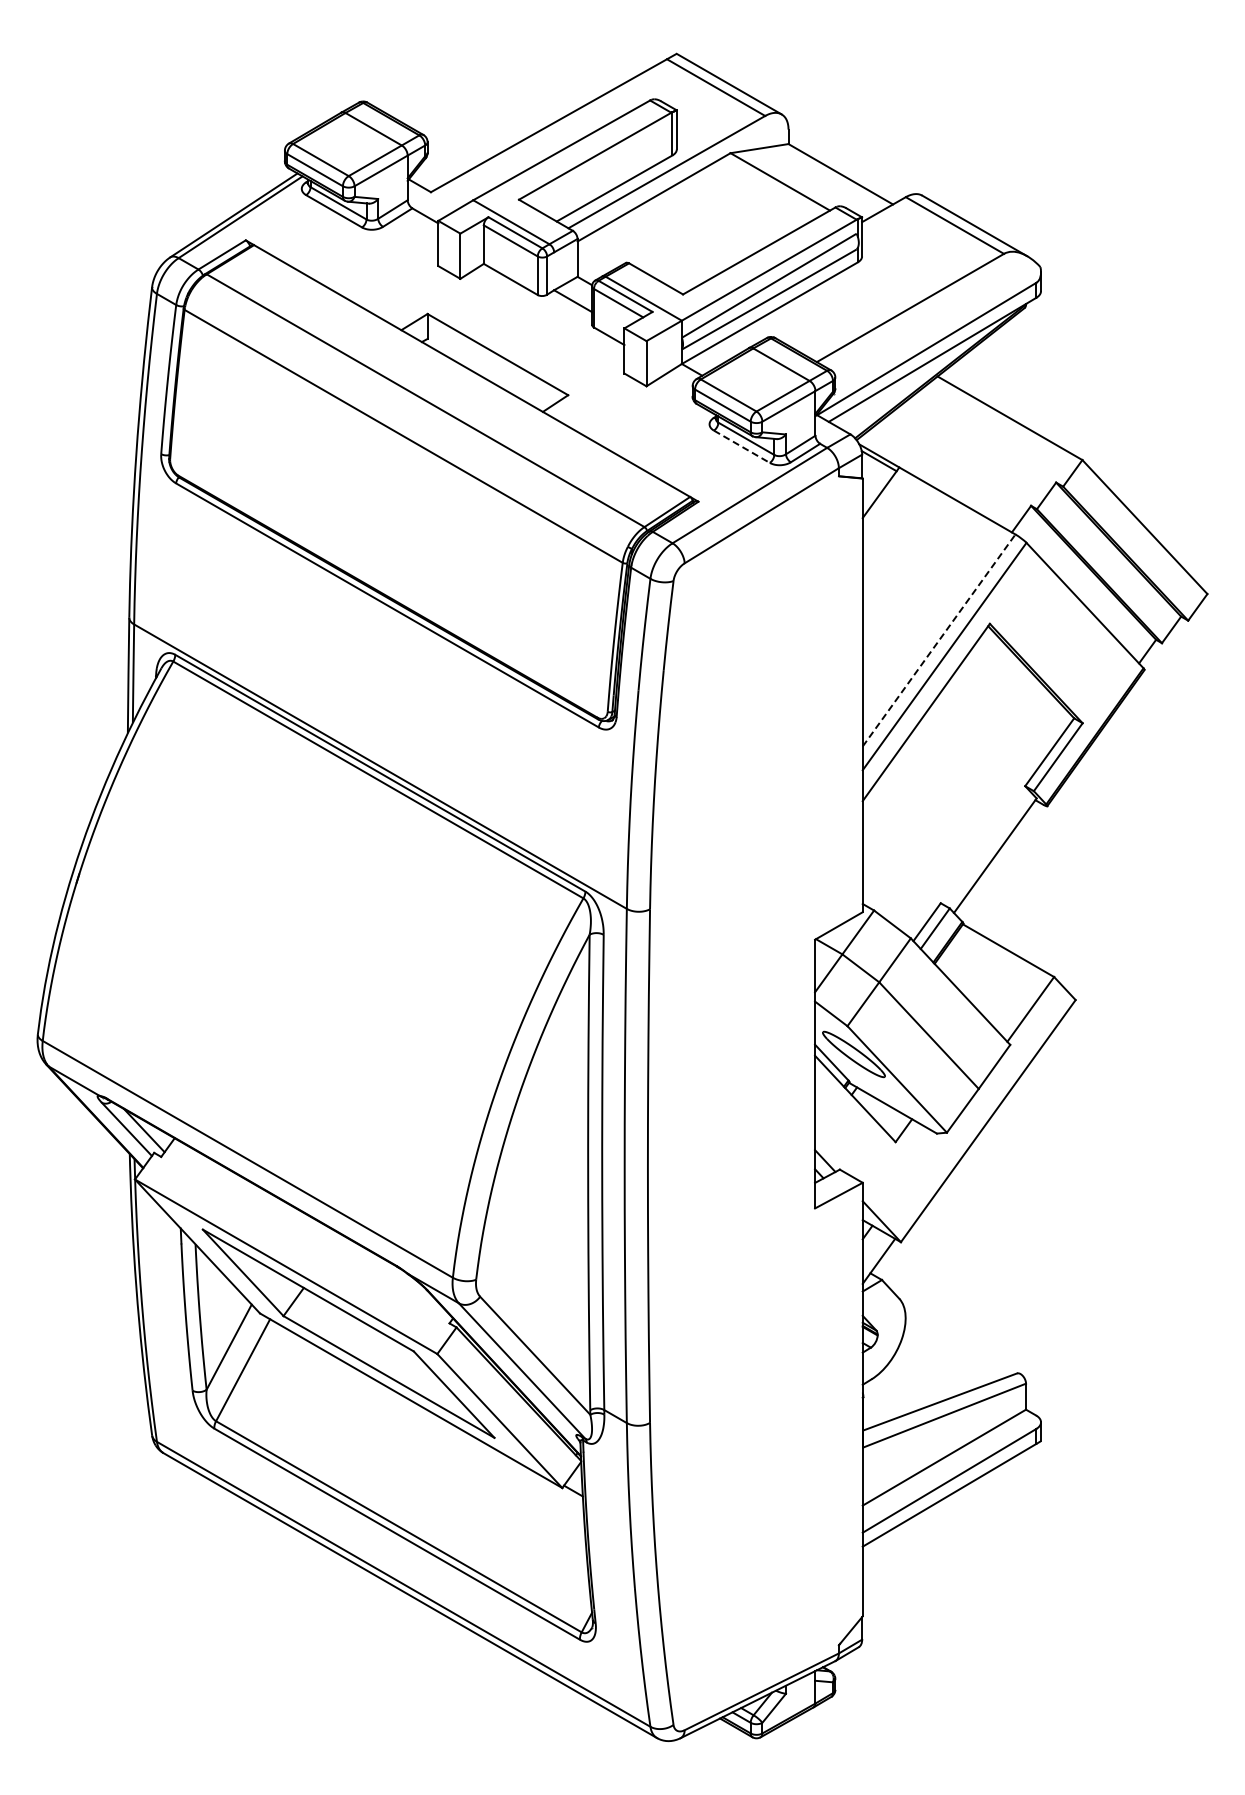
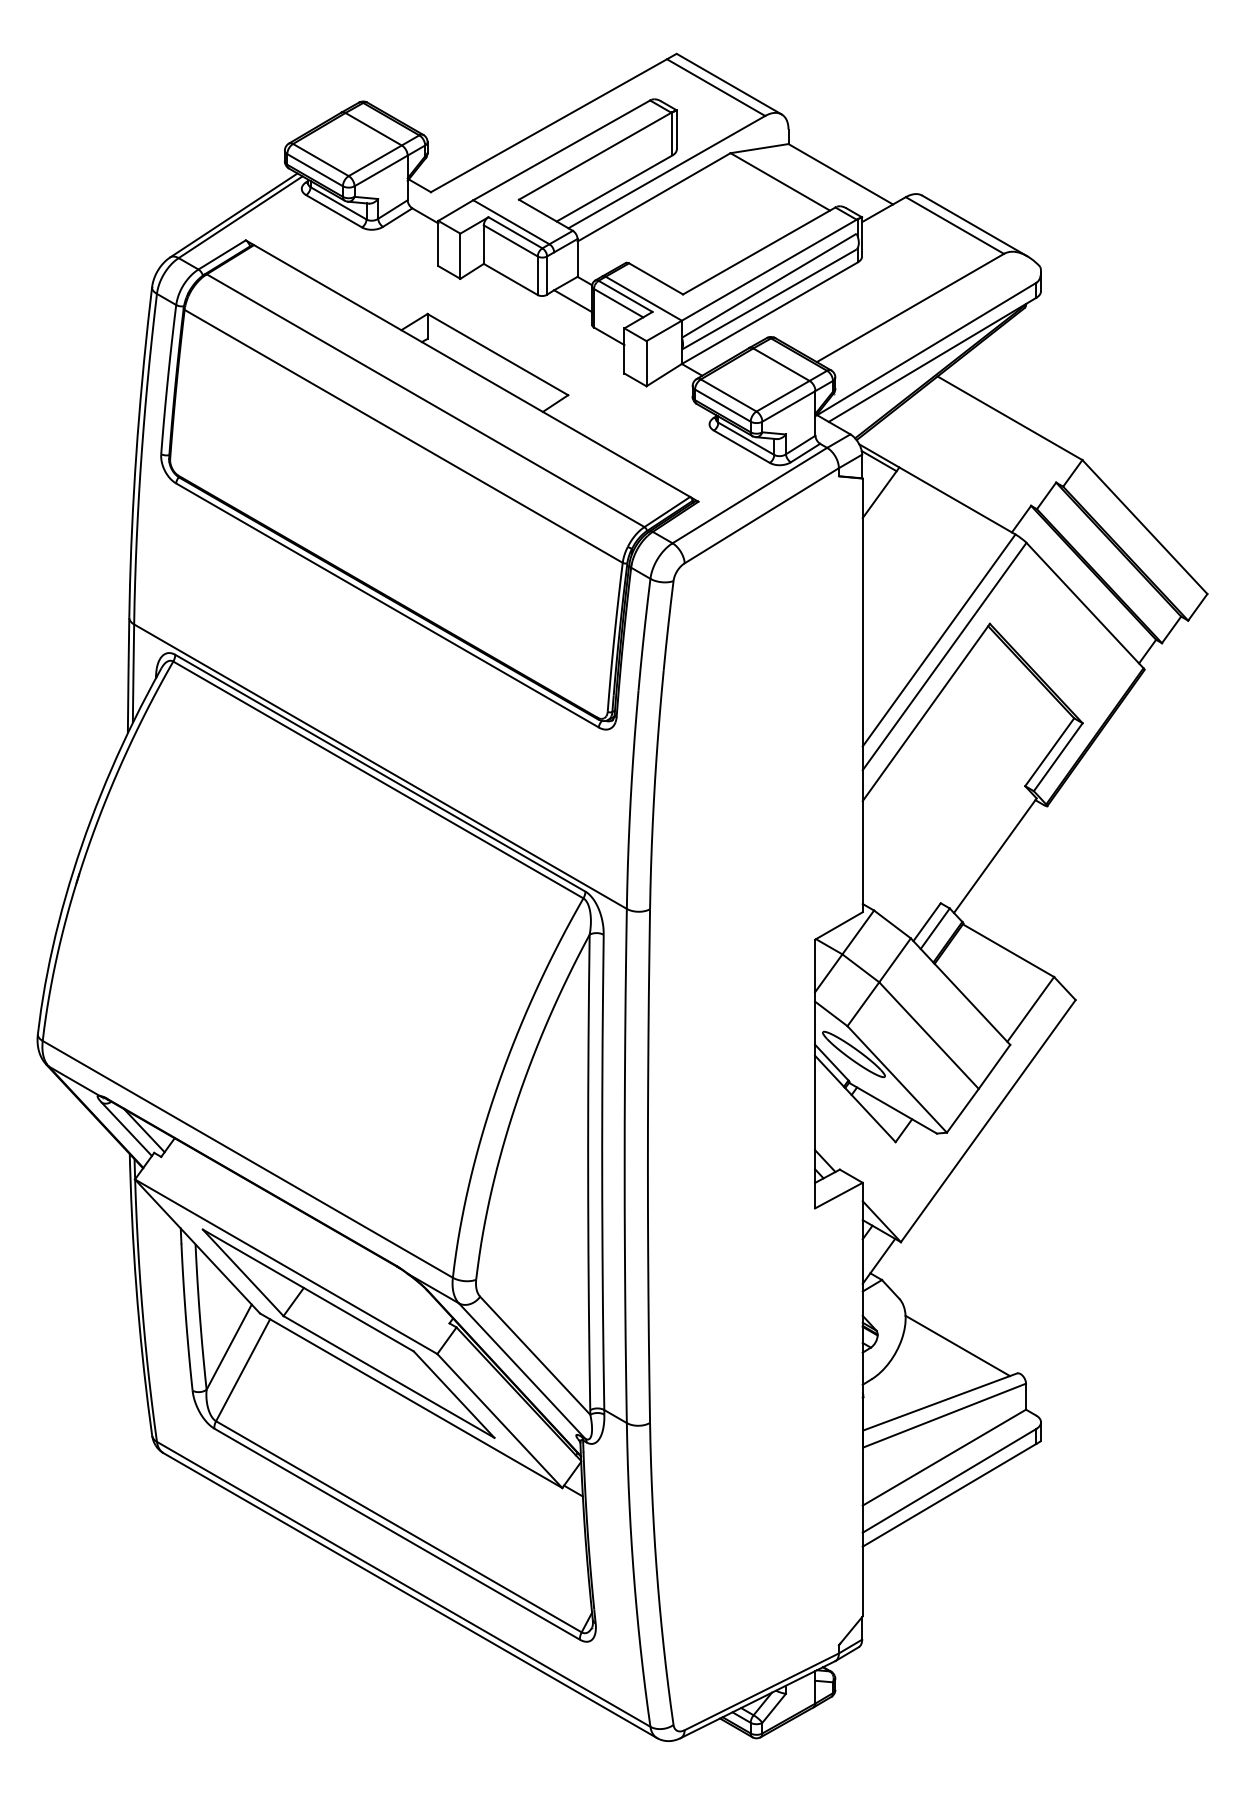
line at (742, 447): dashed -> solid
line at (939, 640): dashed -> solid
line at (957, 1345): none -> present
